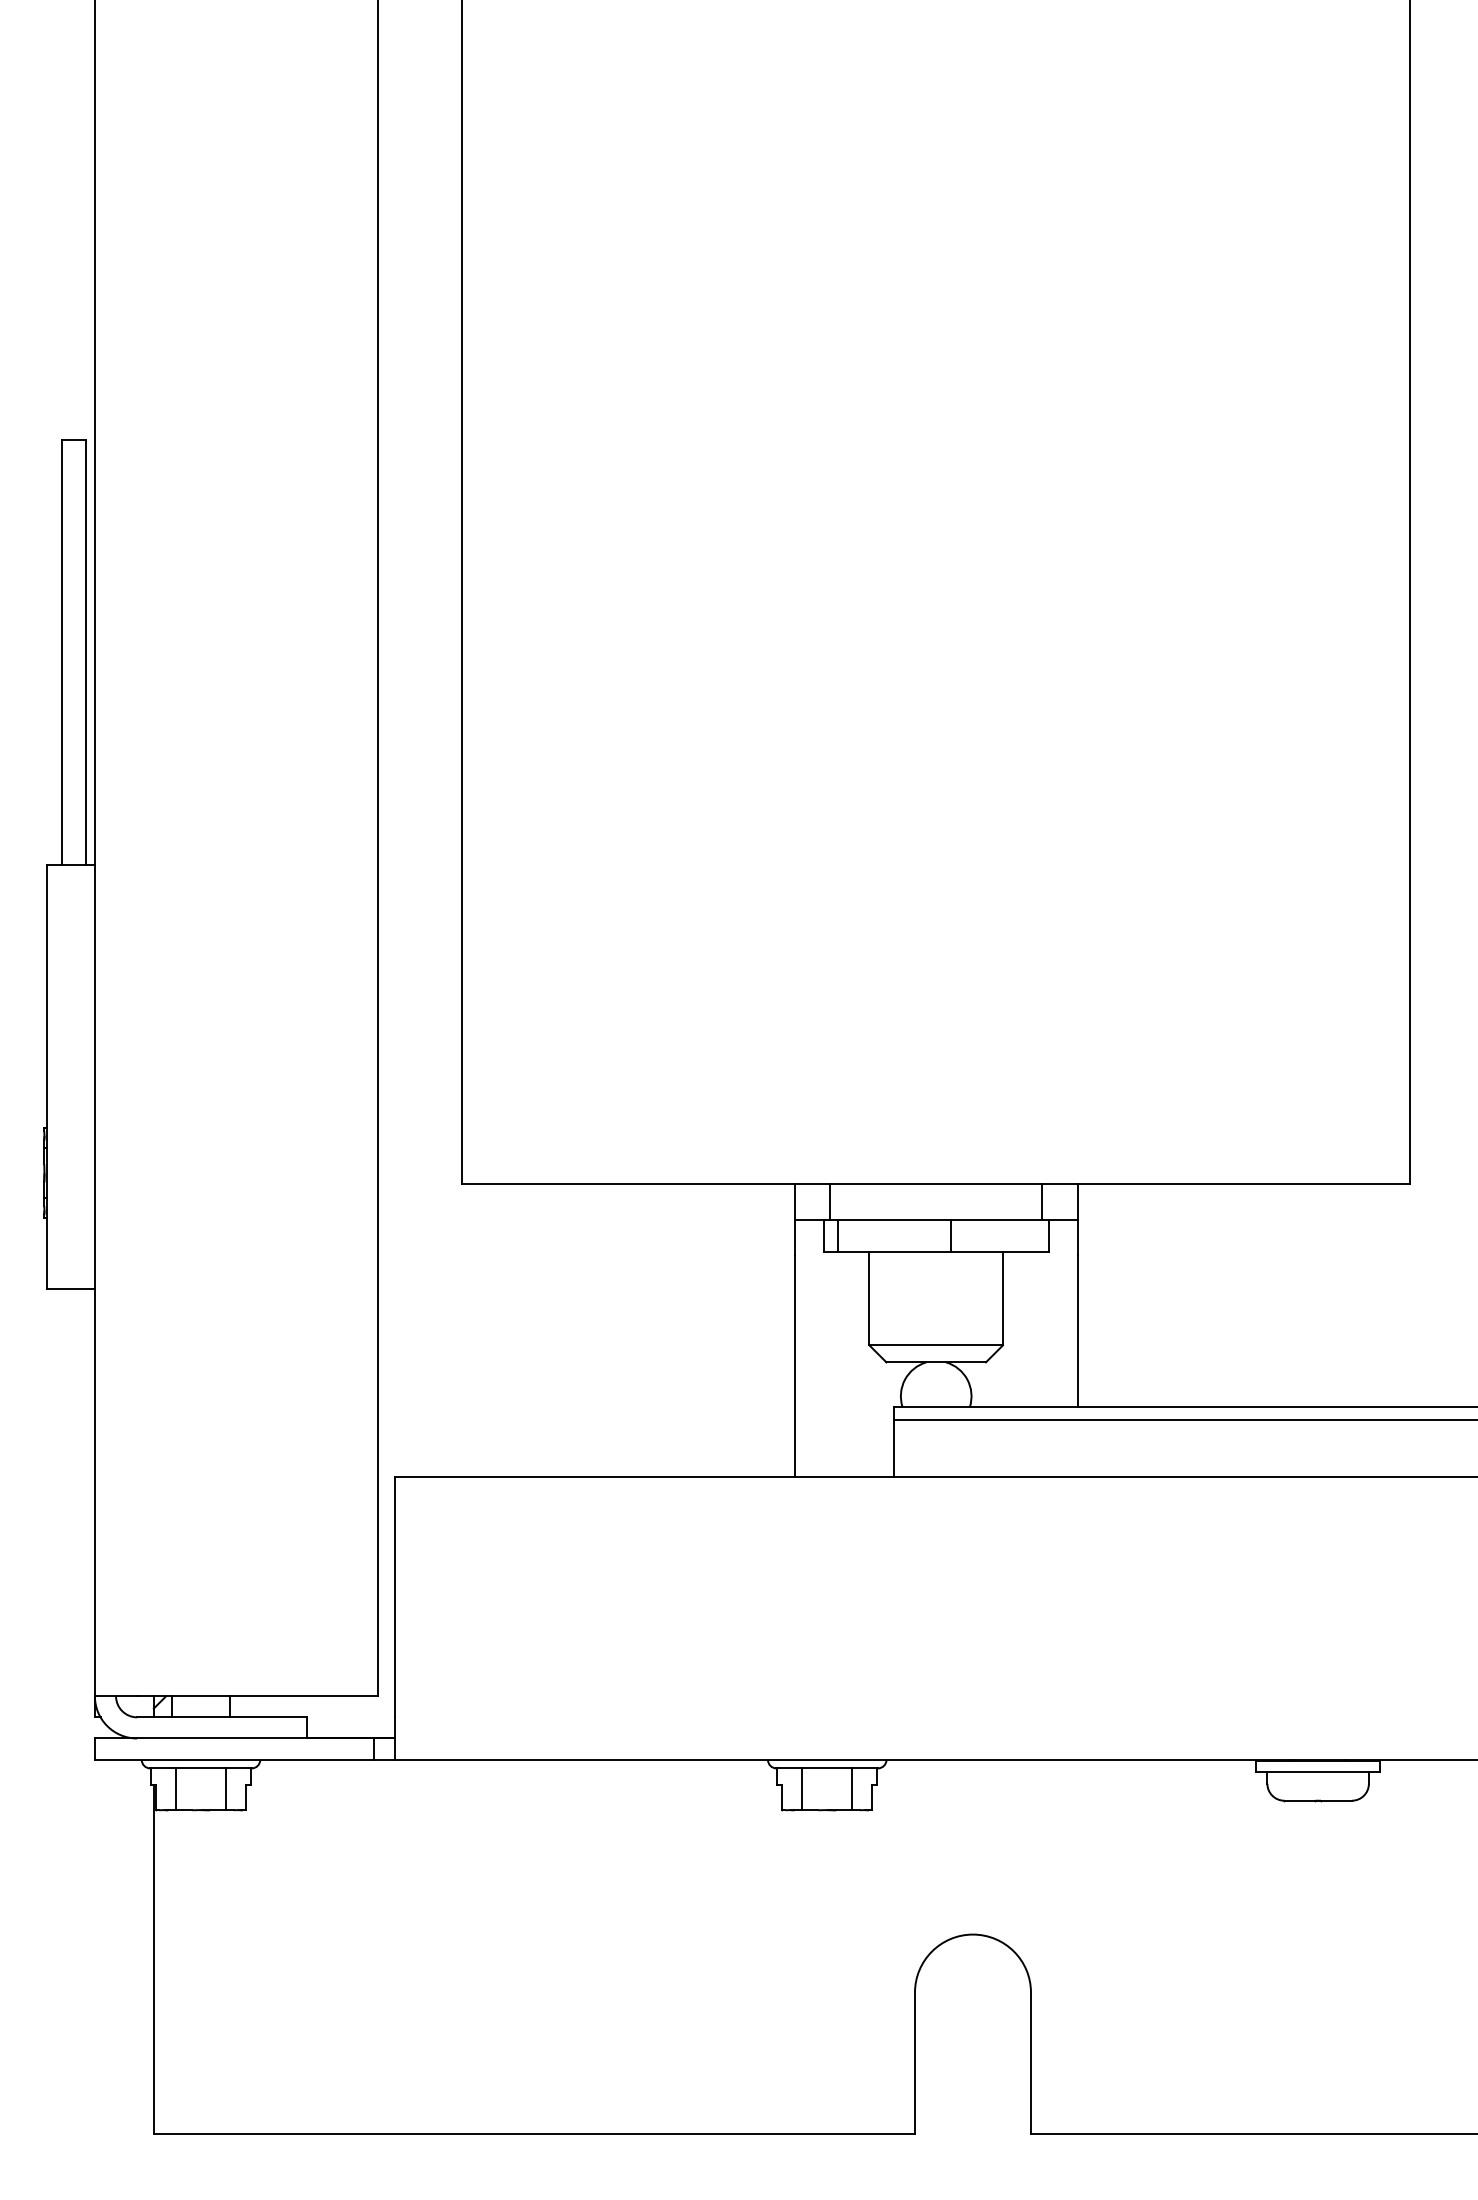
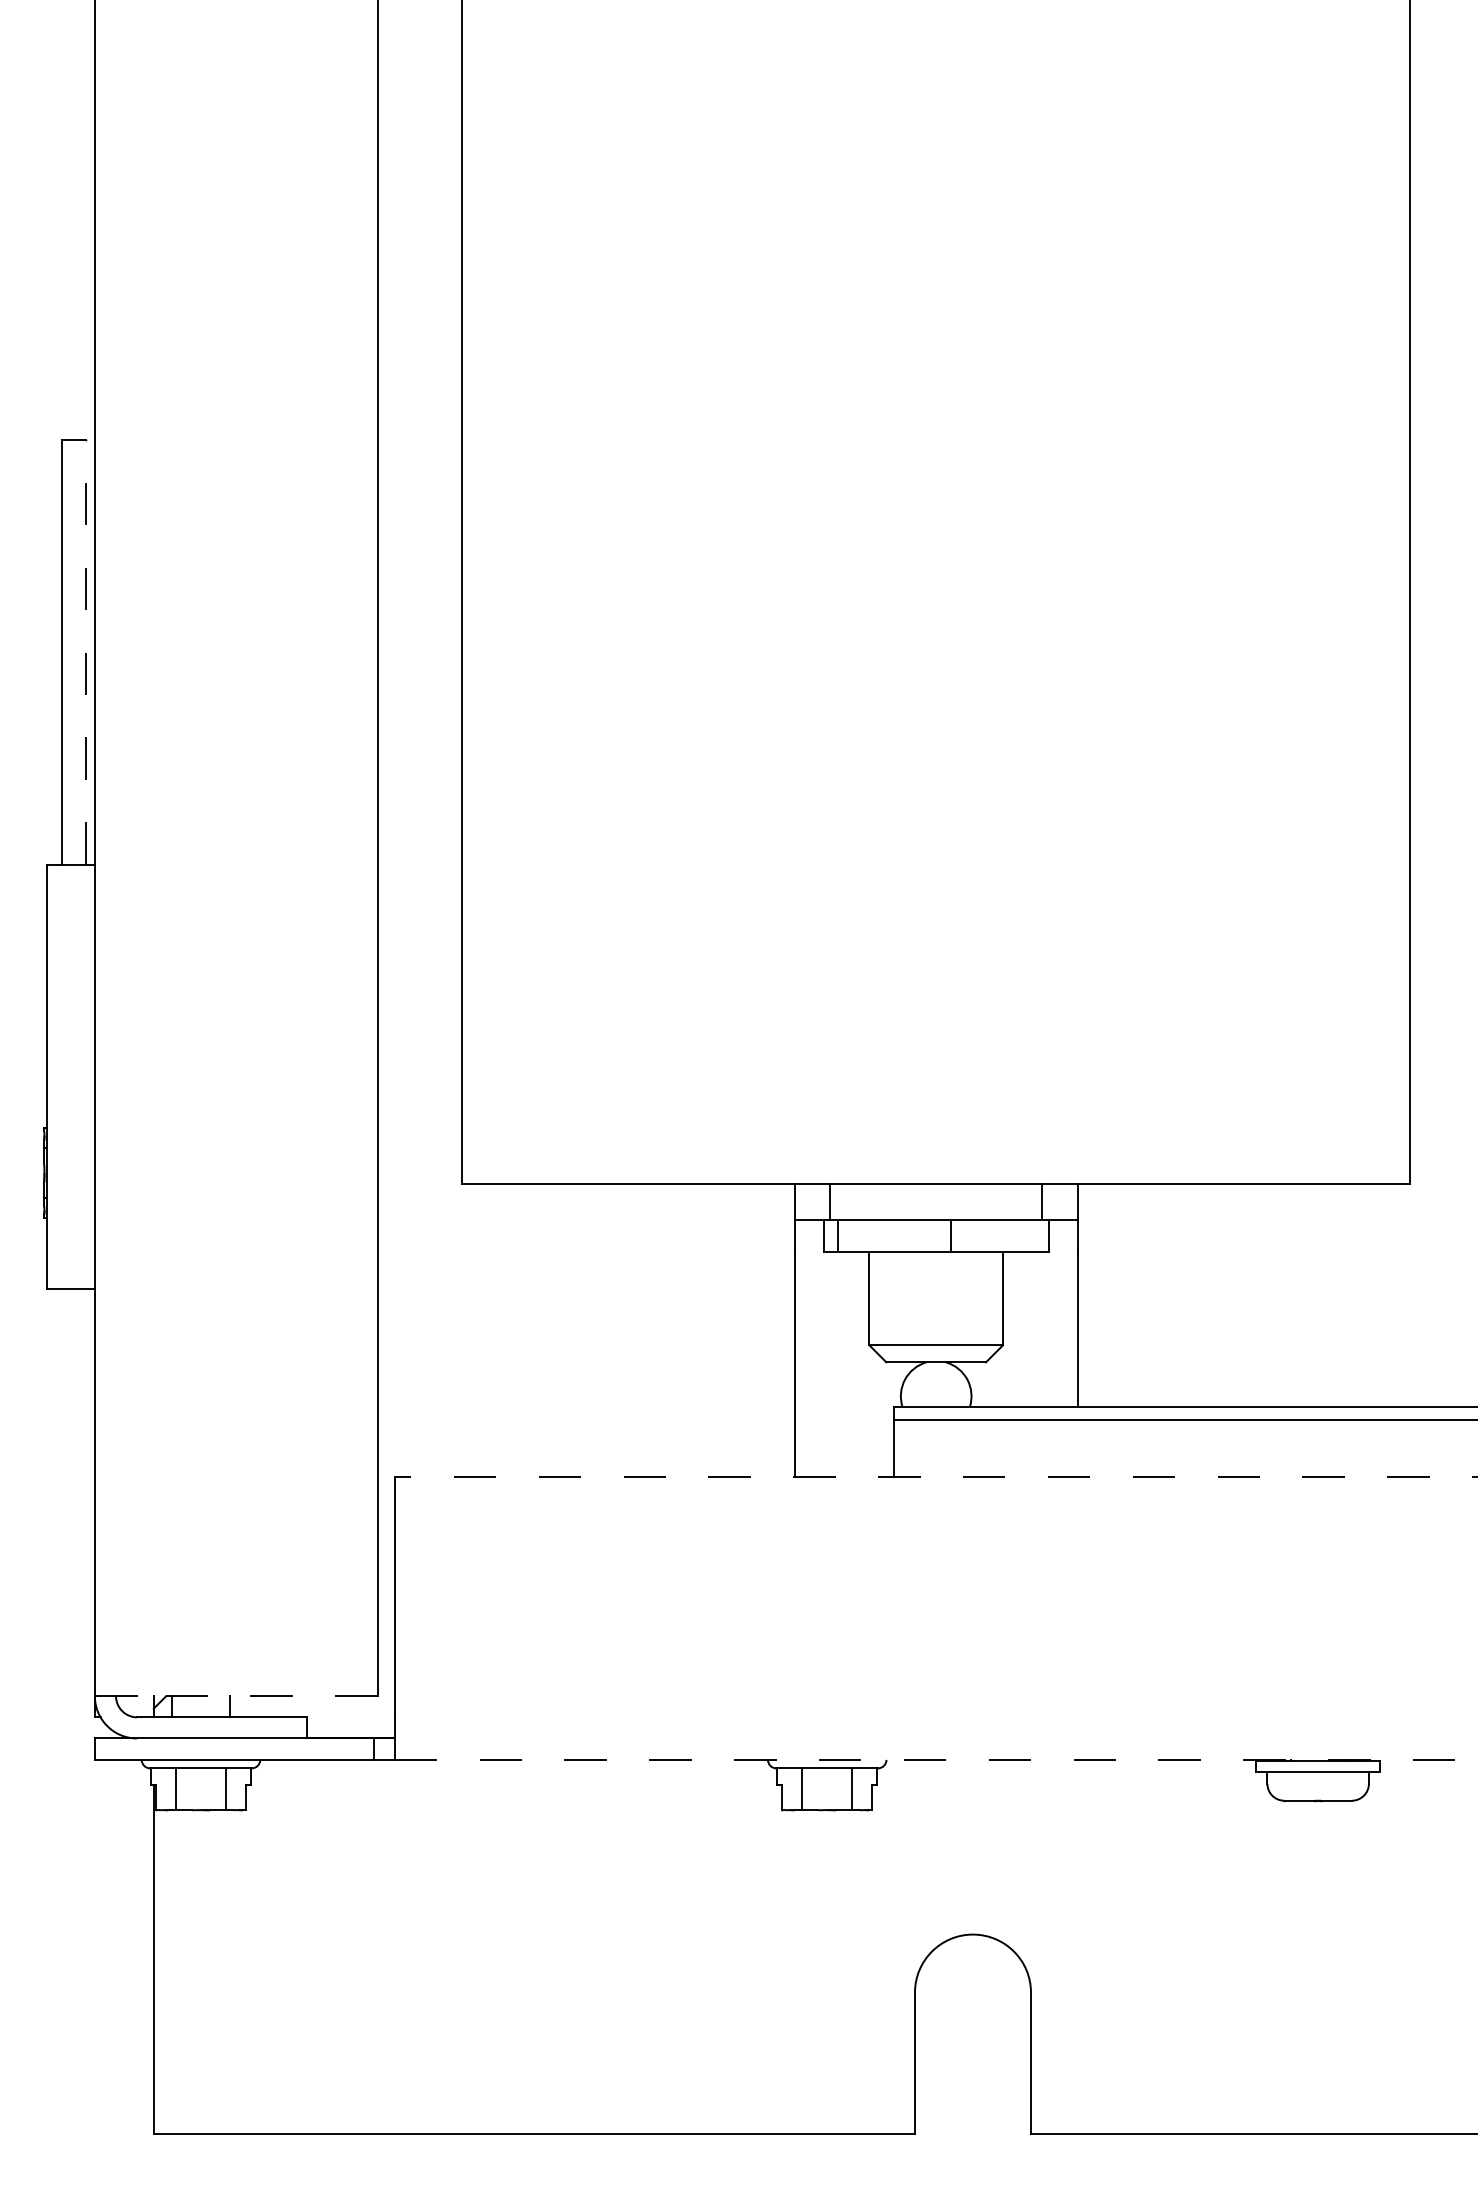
line at (85, 652): solid -> dashed
line at (935, 1476): solid -> dashed
line at (256, 1696): solid -> dashed
line at (936, 1759): solid -> dashed
